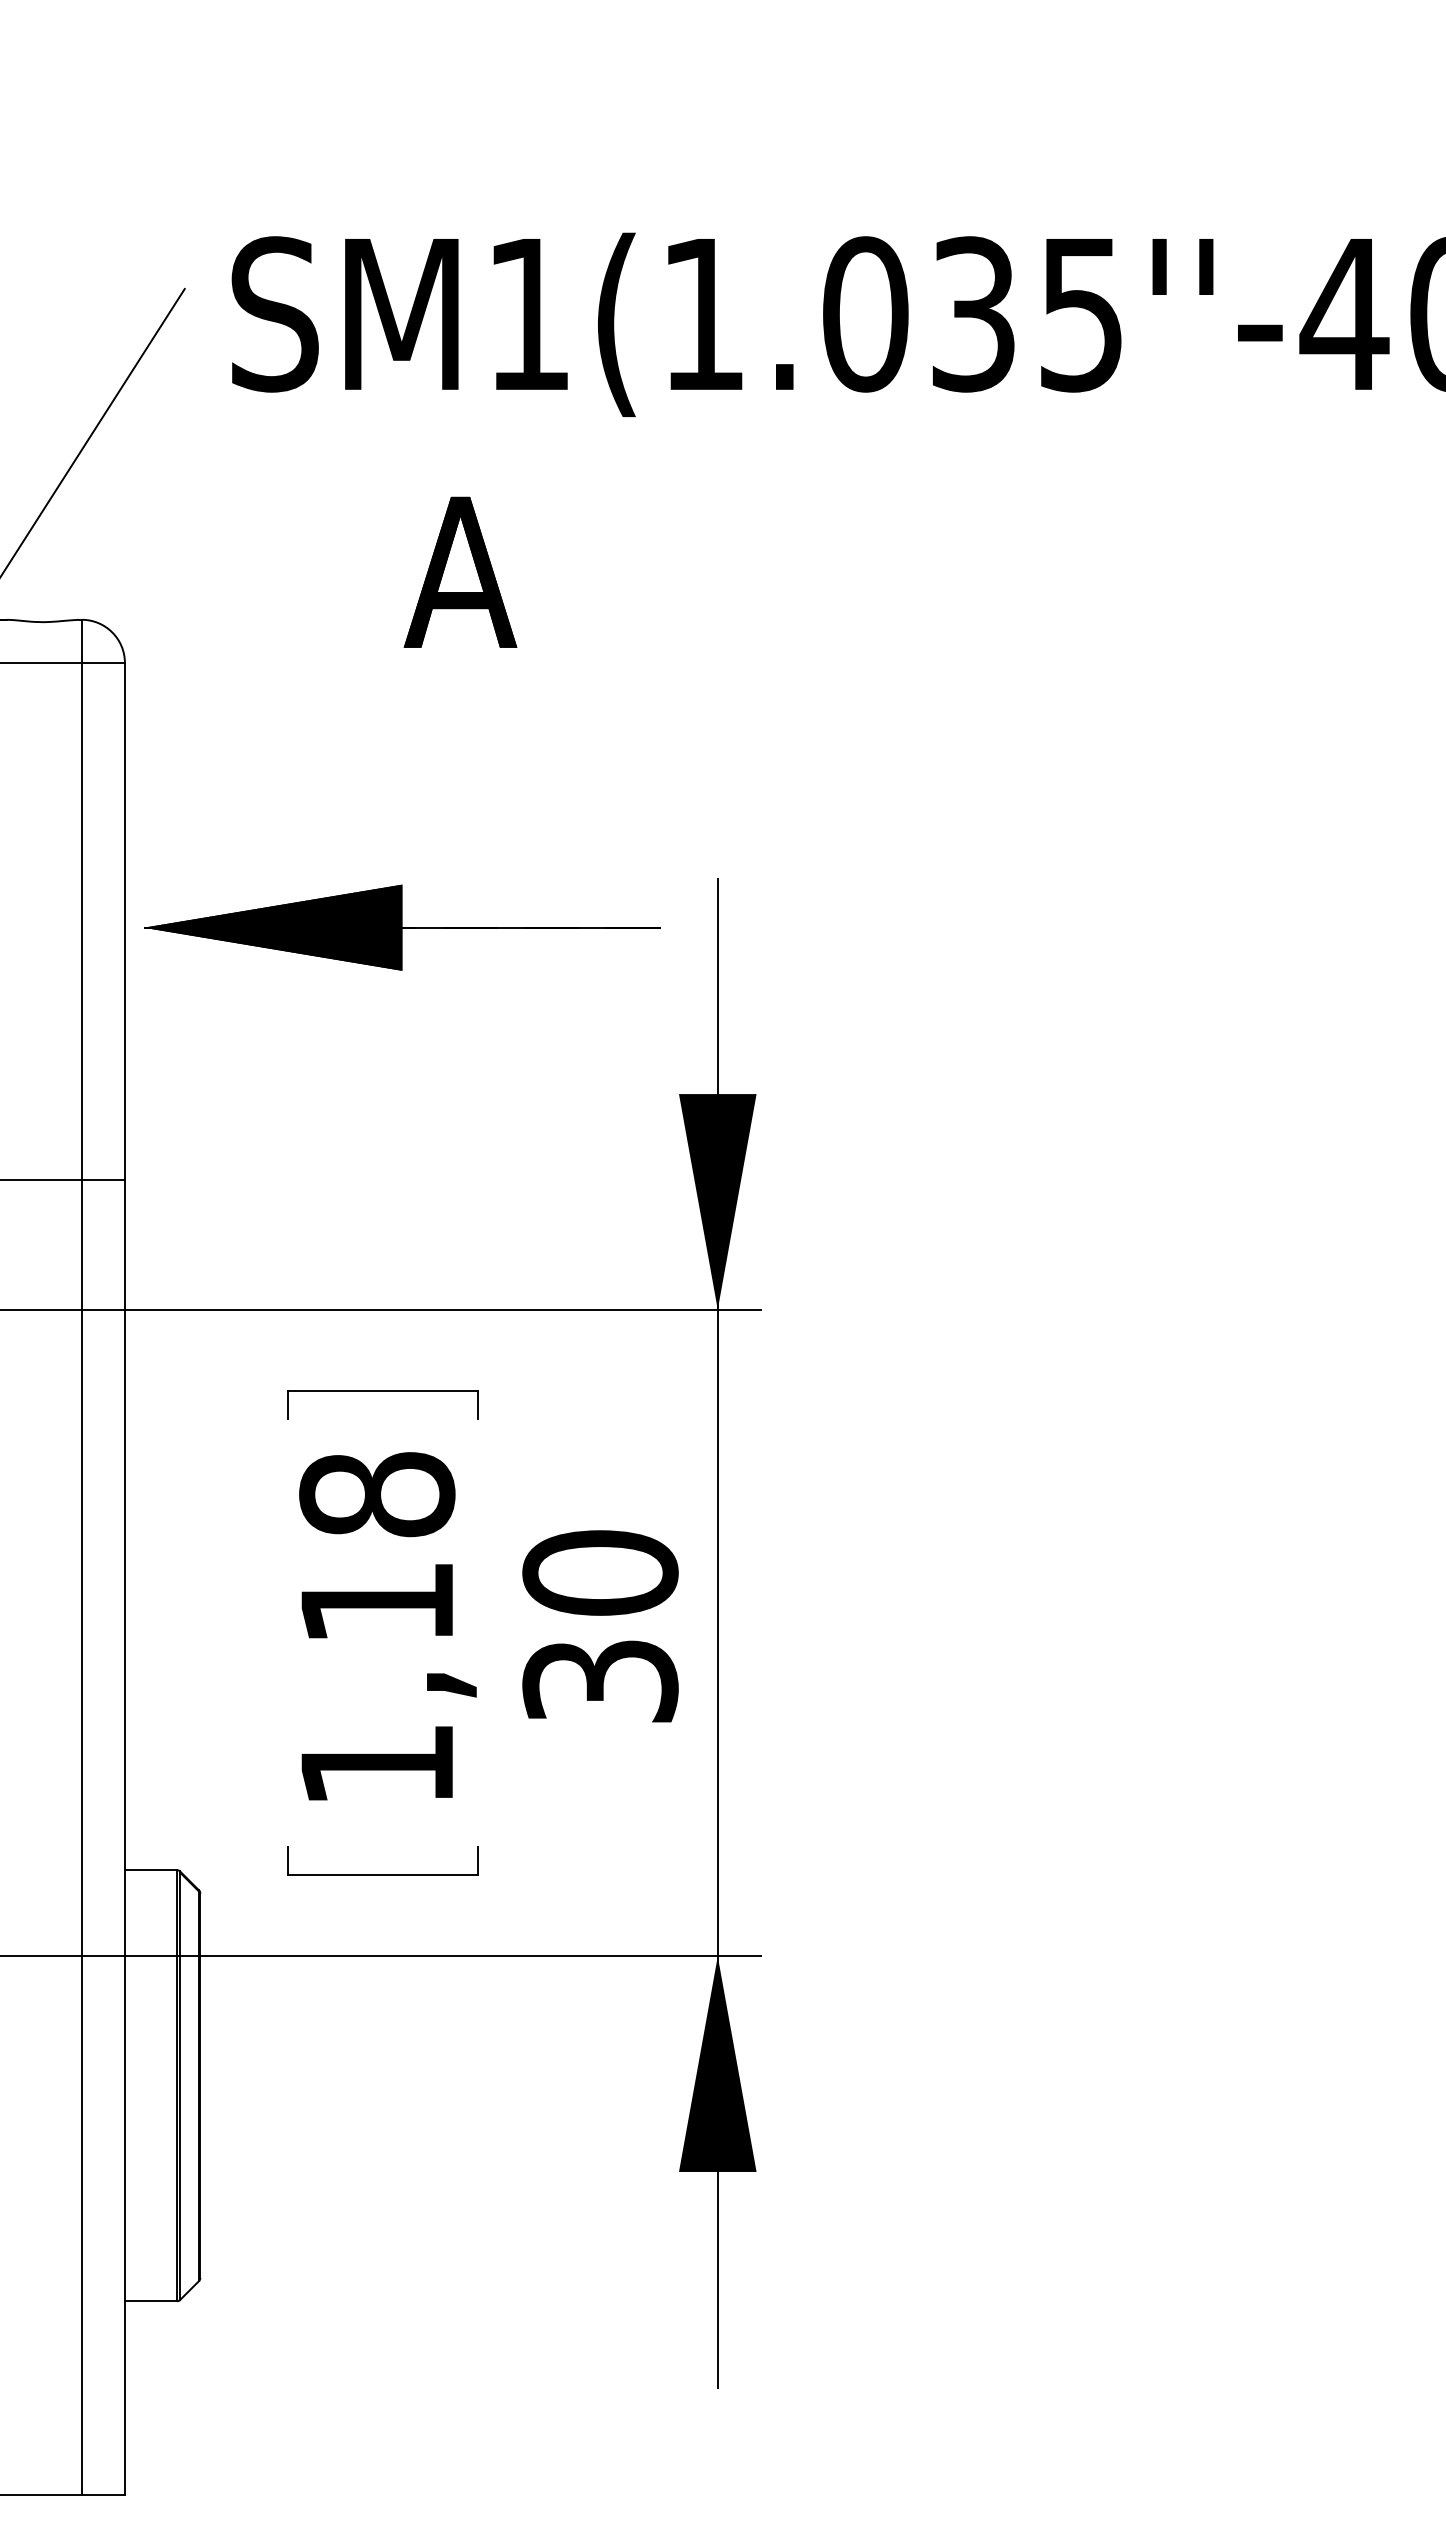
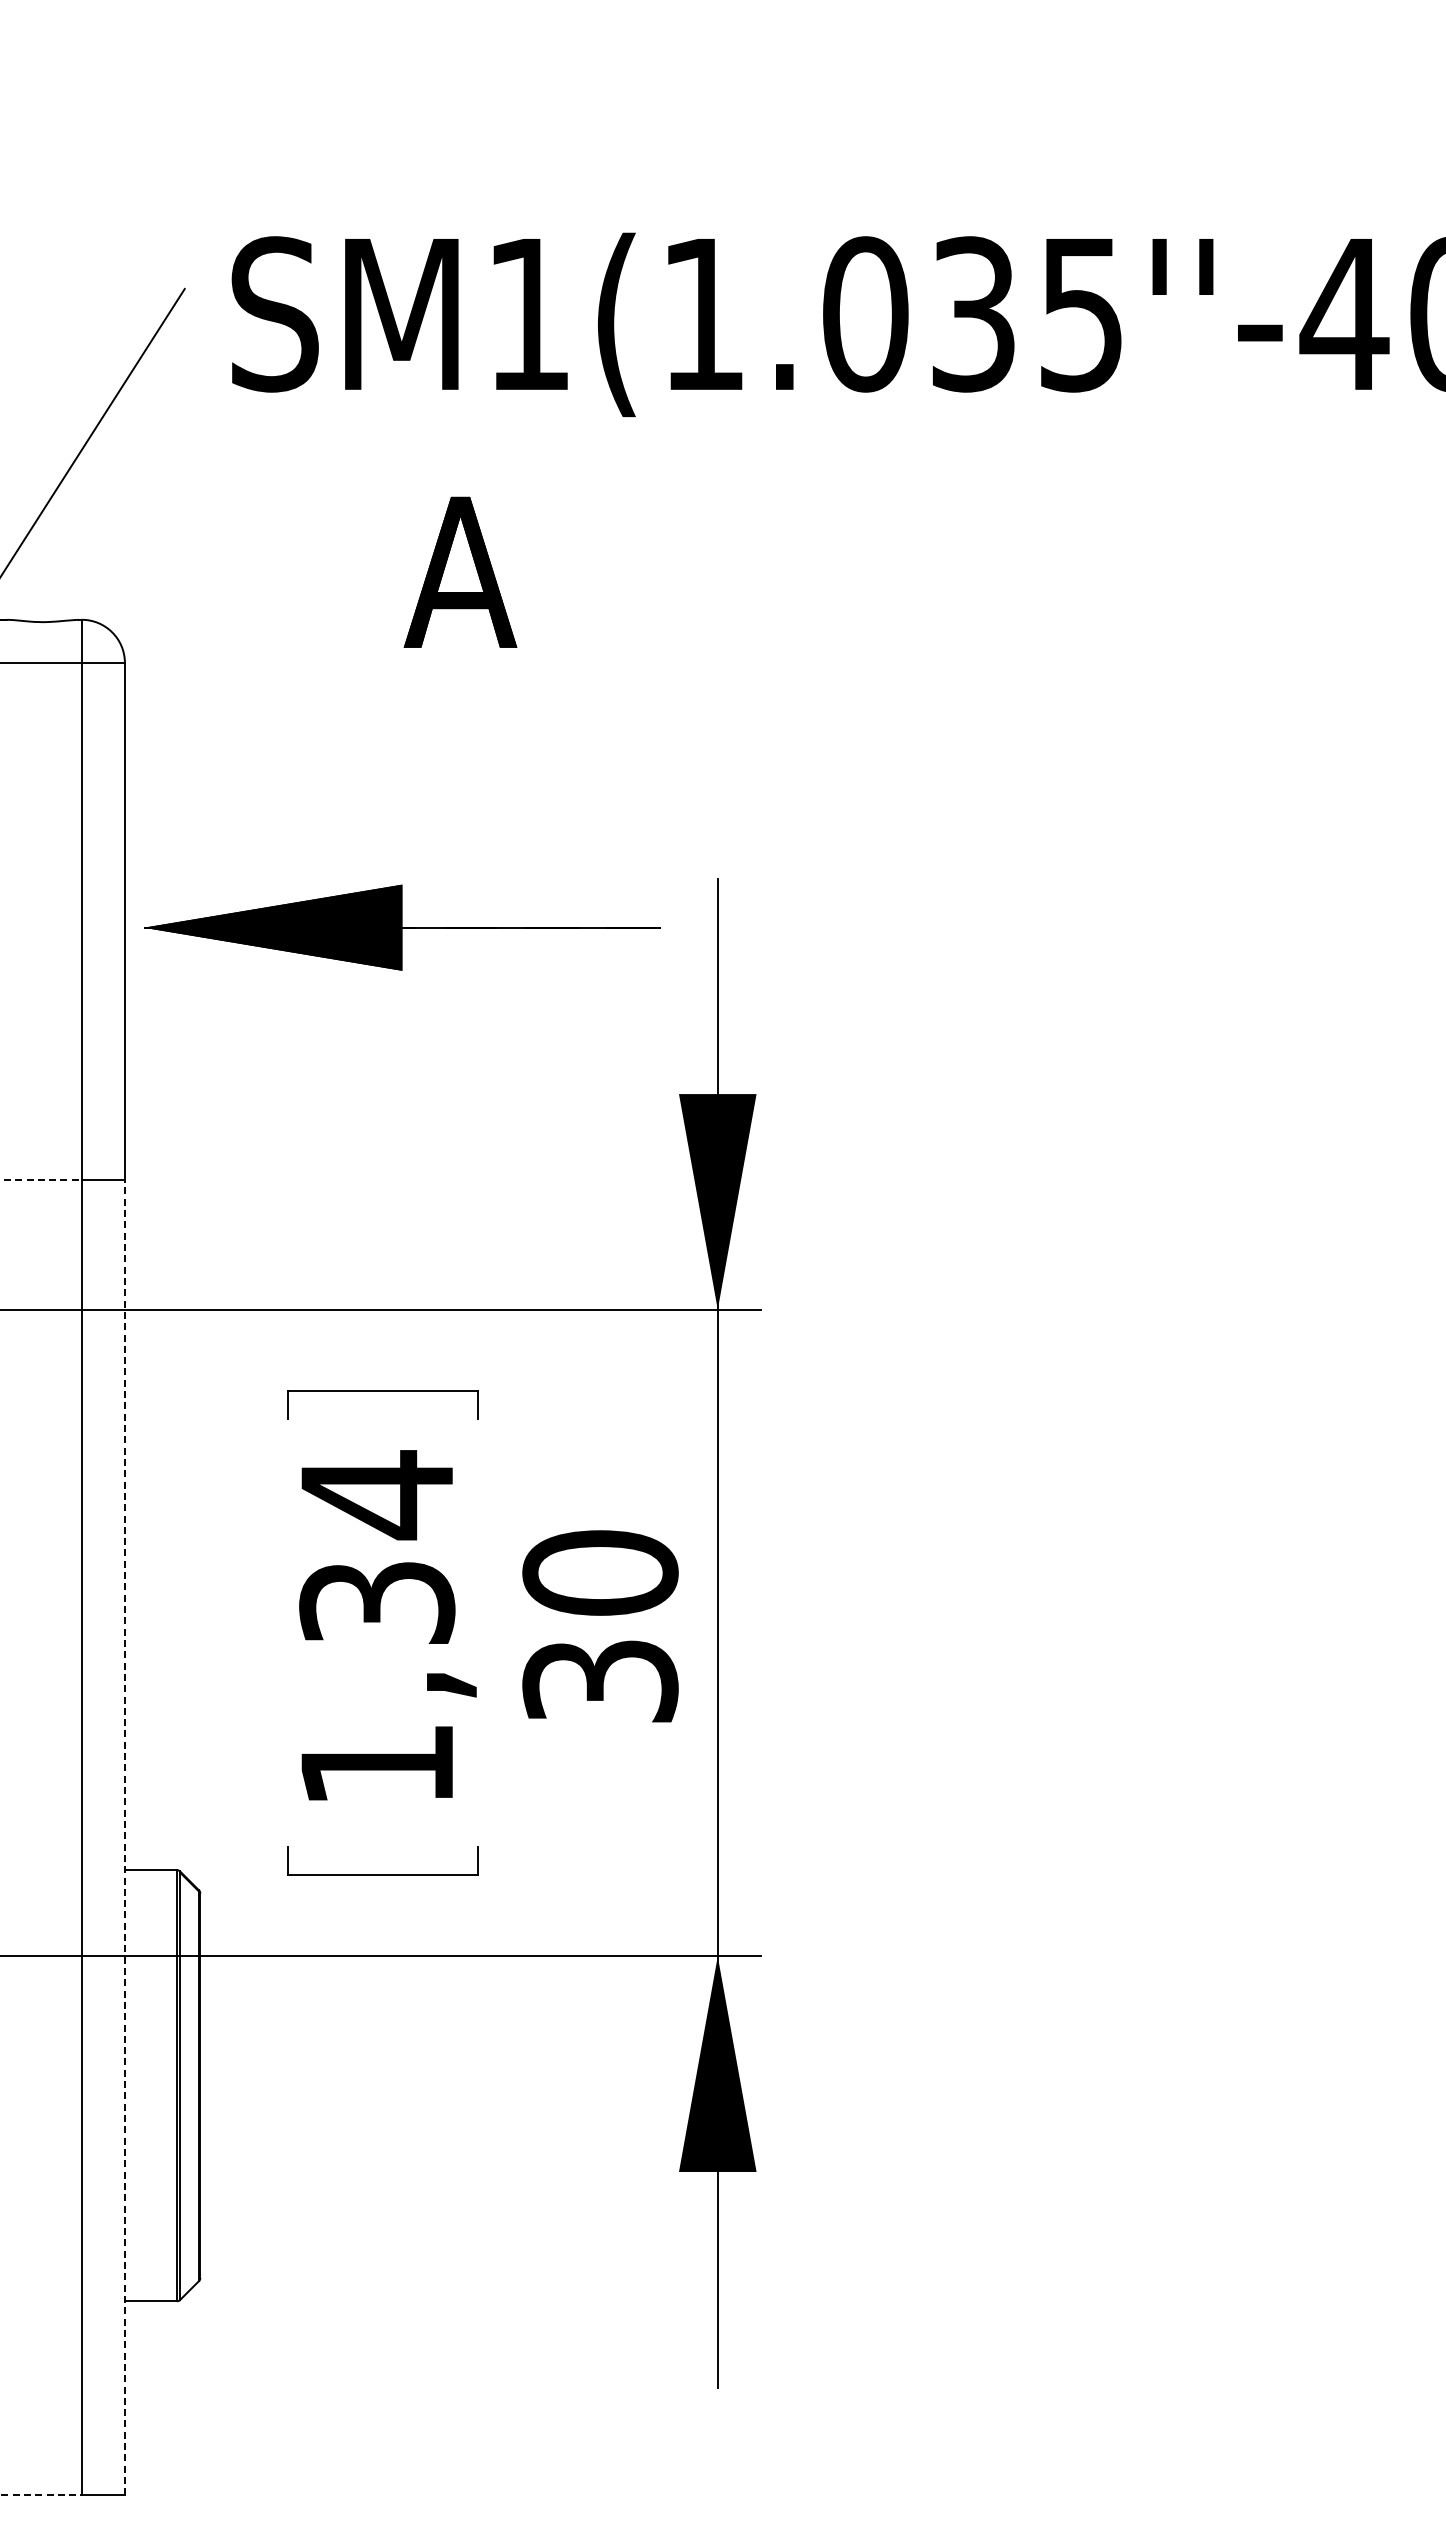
line at (41, 1180): solid -> dashed
text at (377, 1546): 1,18 -> 1,34
line at (124, 1837): solid -> dashed
line at (41, 2495): solid -> dashed
